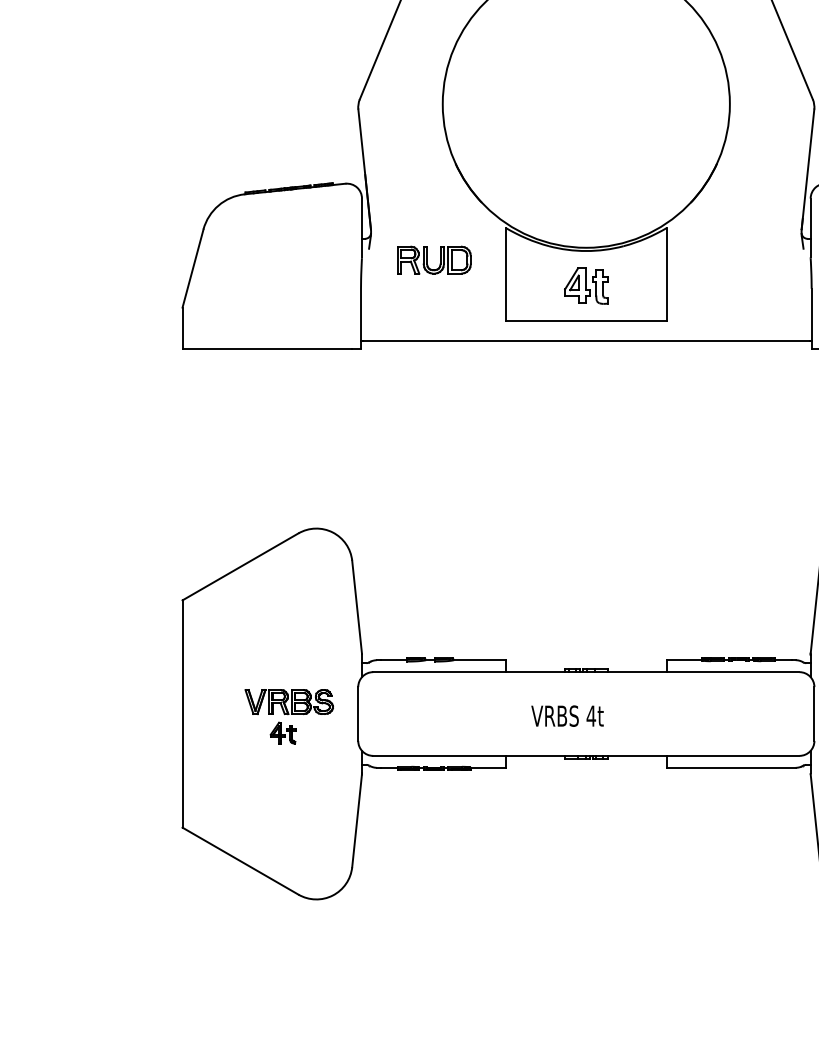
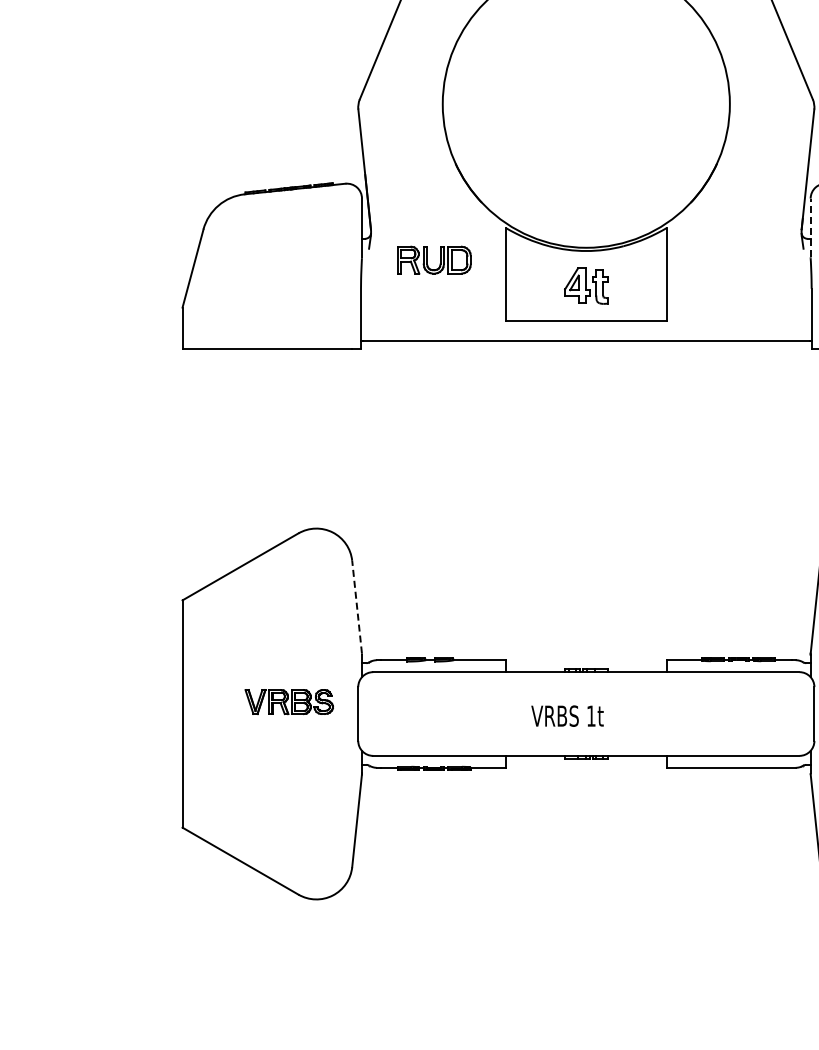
line at (810, 227): solid -> dashed
line at (357, 607): solid -> dashed
text at (591, 715): 4t -> 1t
part at (282, 732): present -> none
